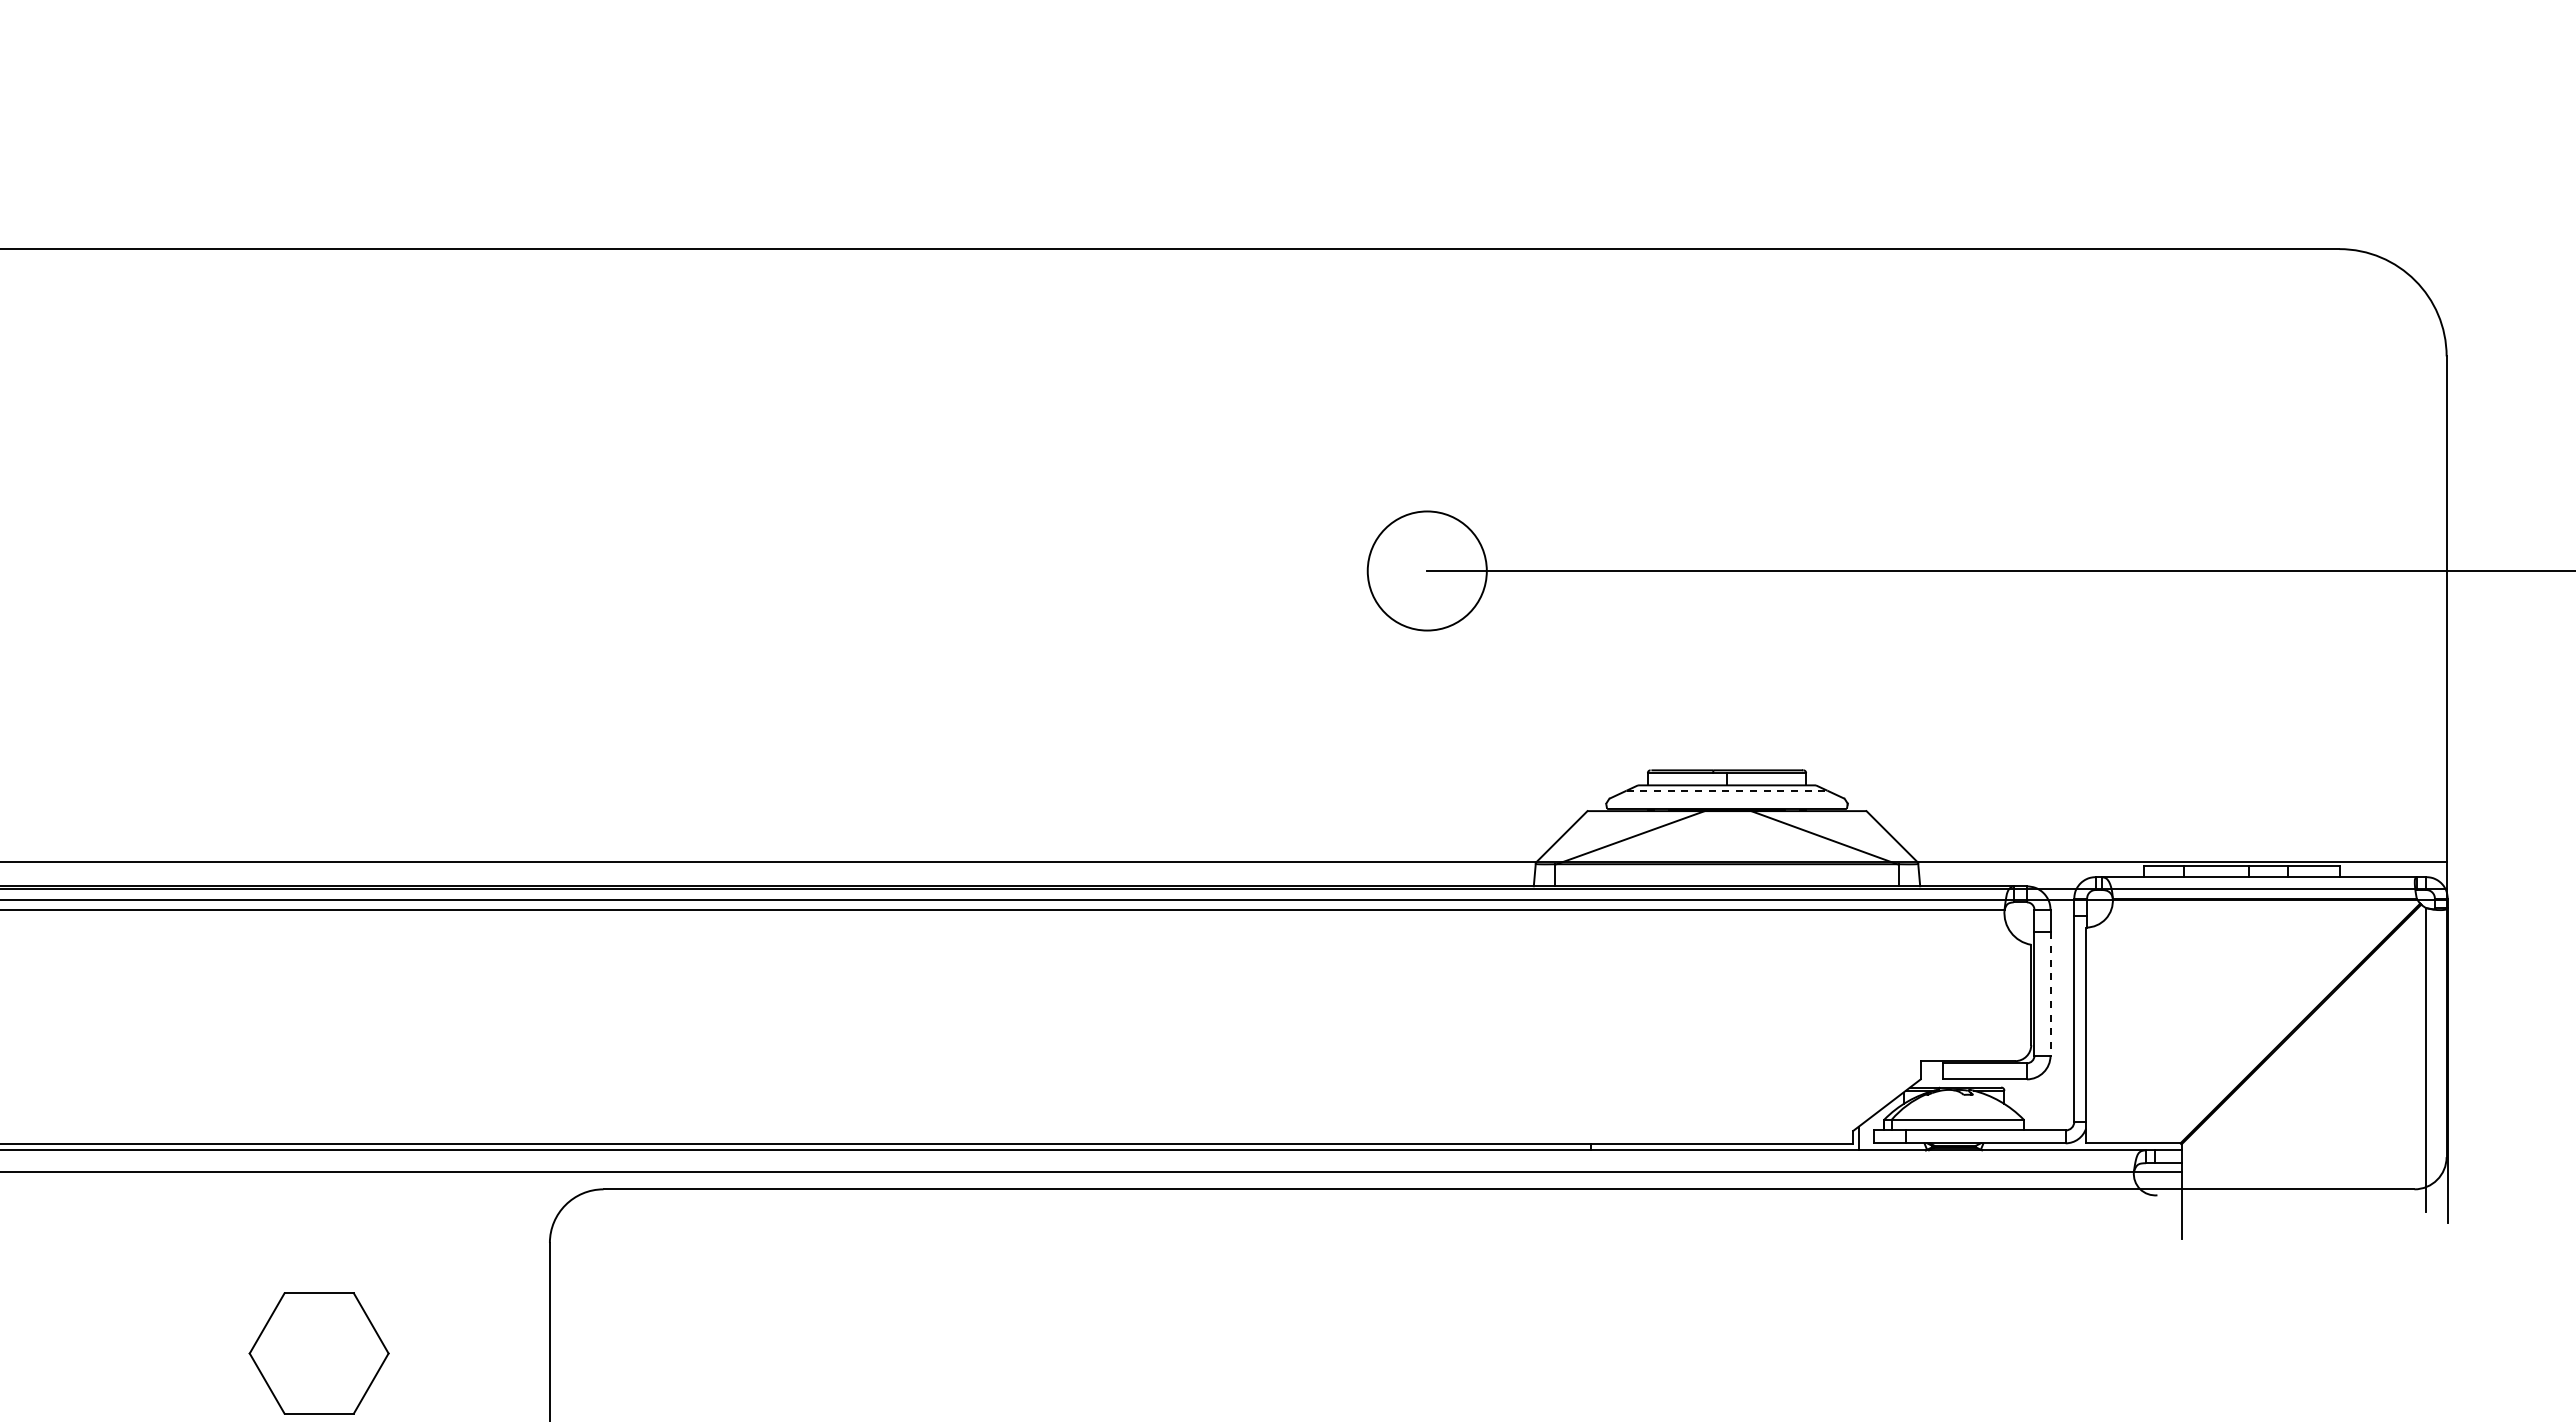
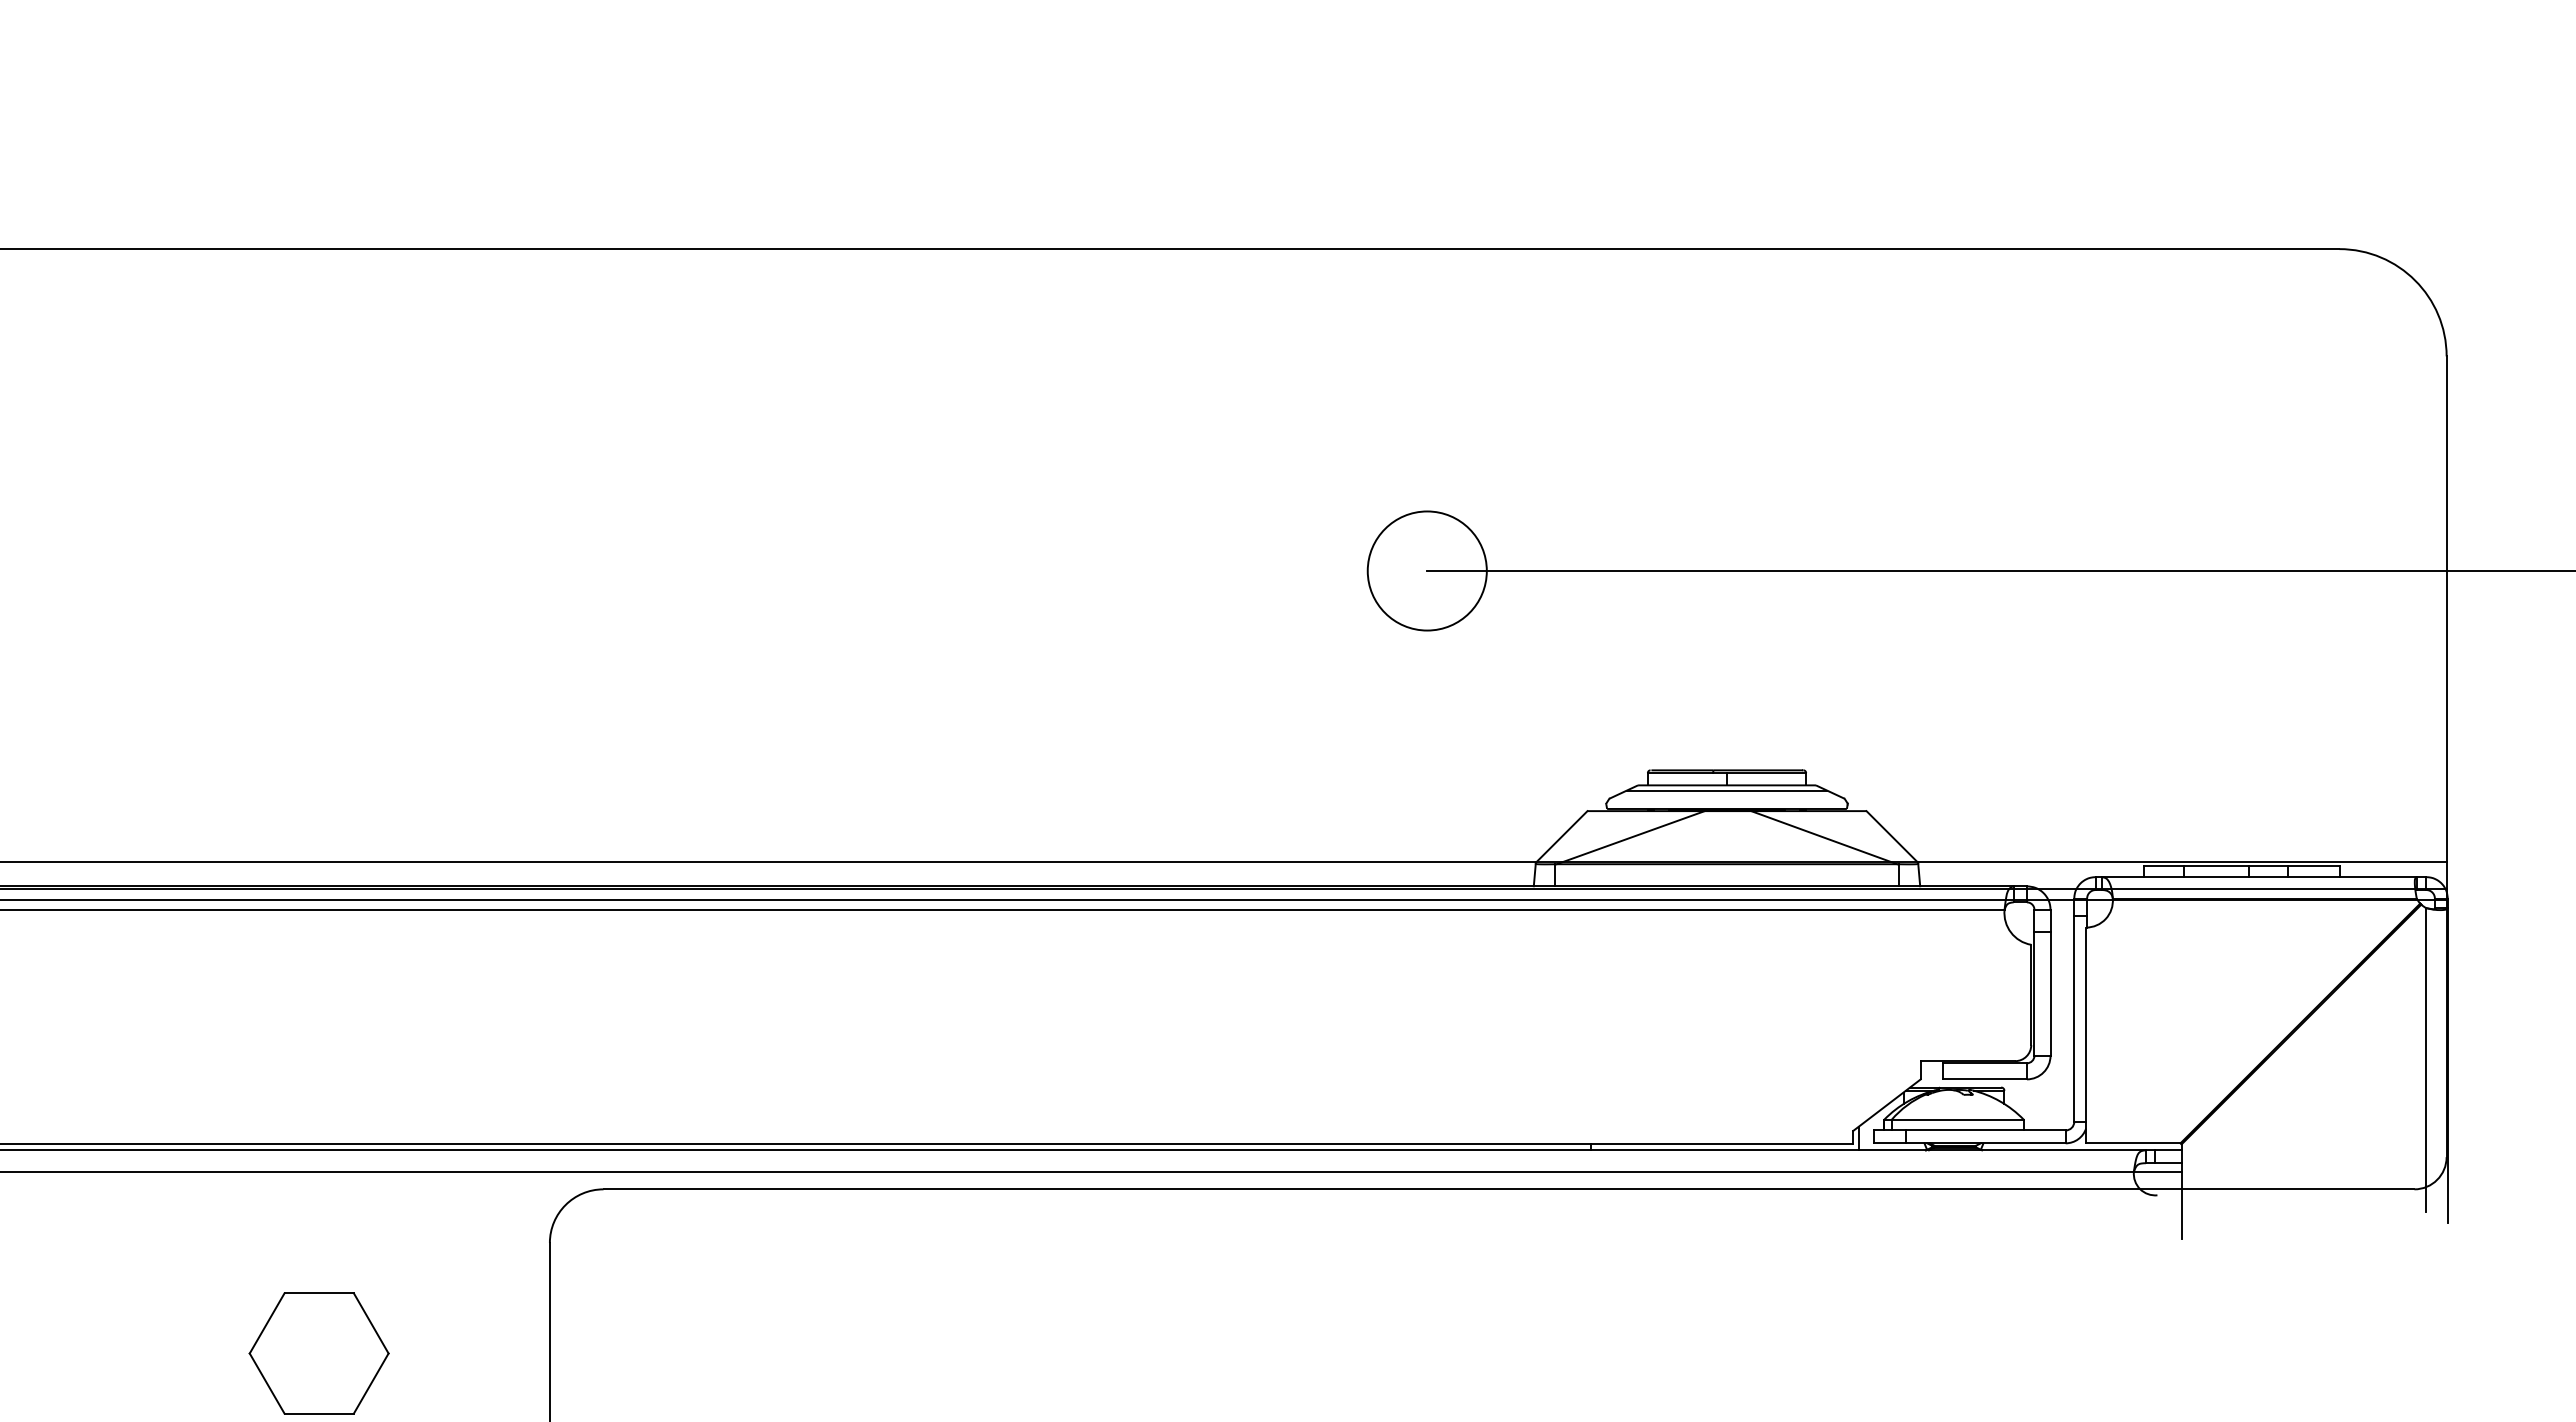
line at (1727, 790): dashed -> solid
line at (2050, 994): dashed -> solid
